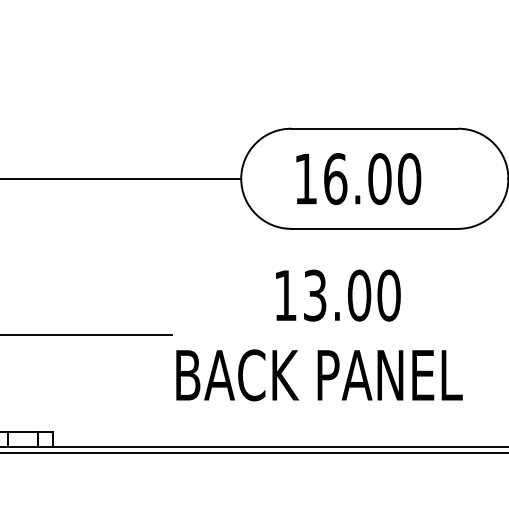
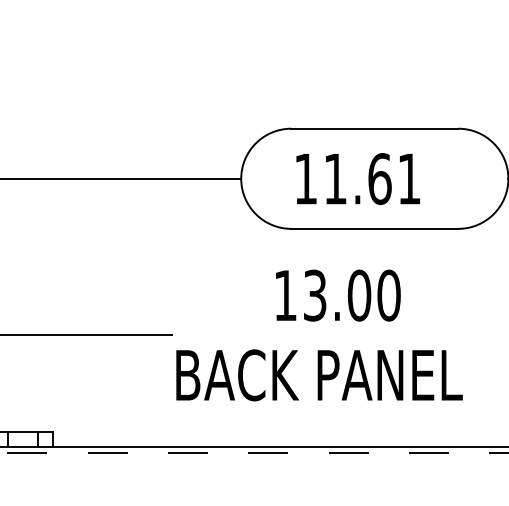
text at (372, 179): 16.00 -> 11.61
line at (254, 453): solid -> dashed
